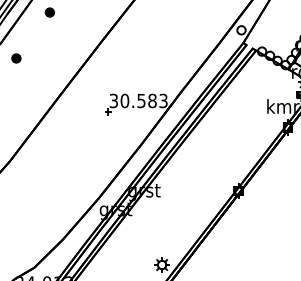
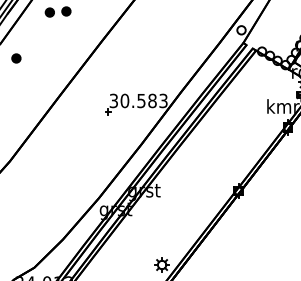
part at (66, 11): none -> present
